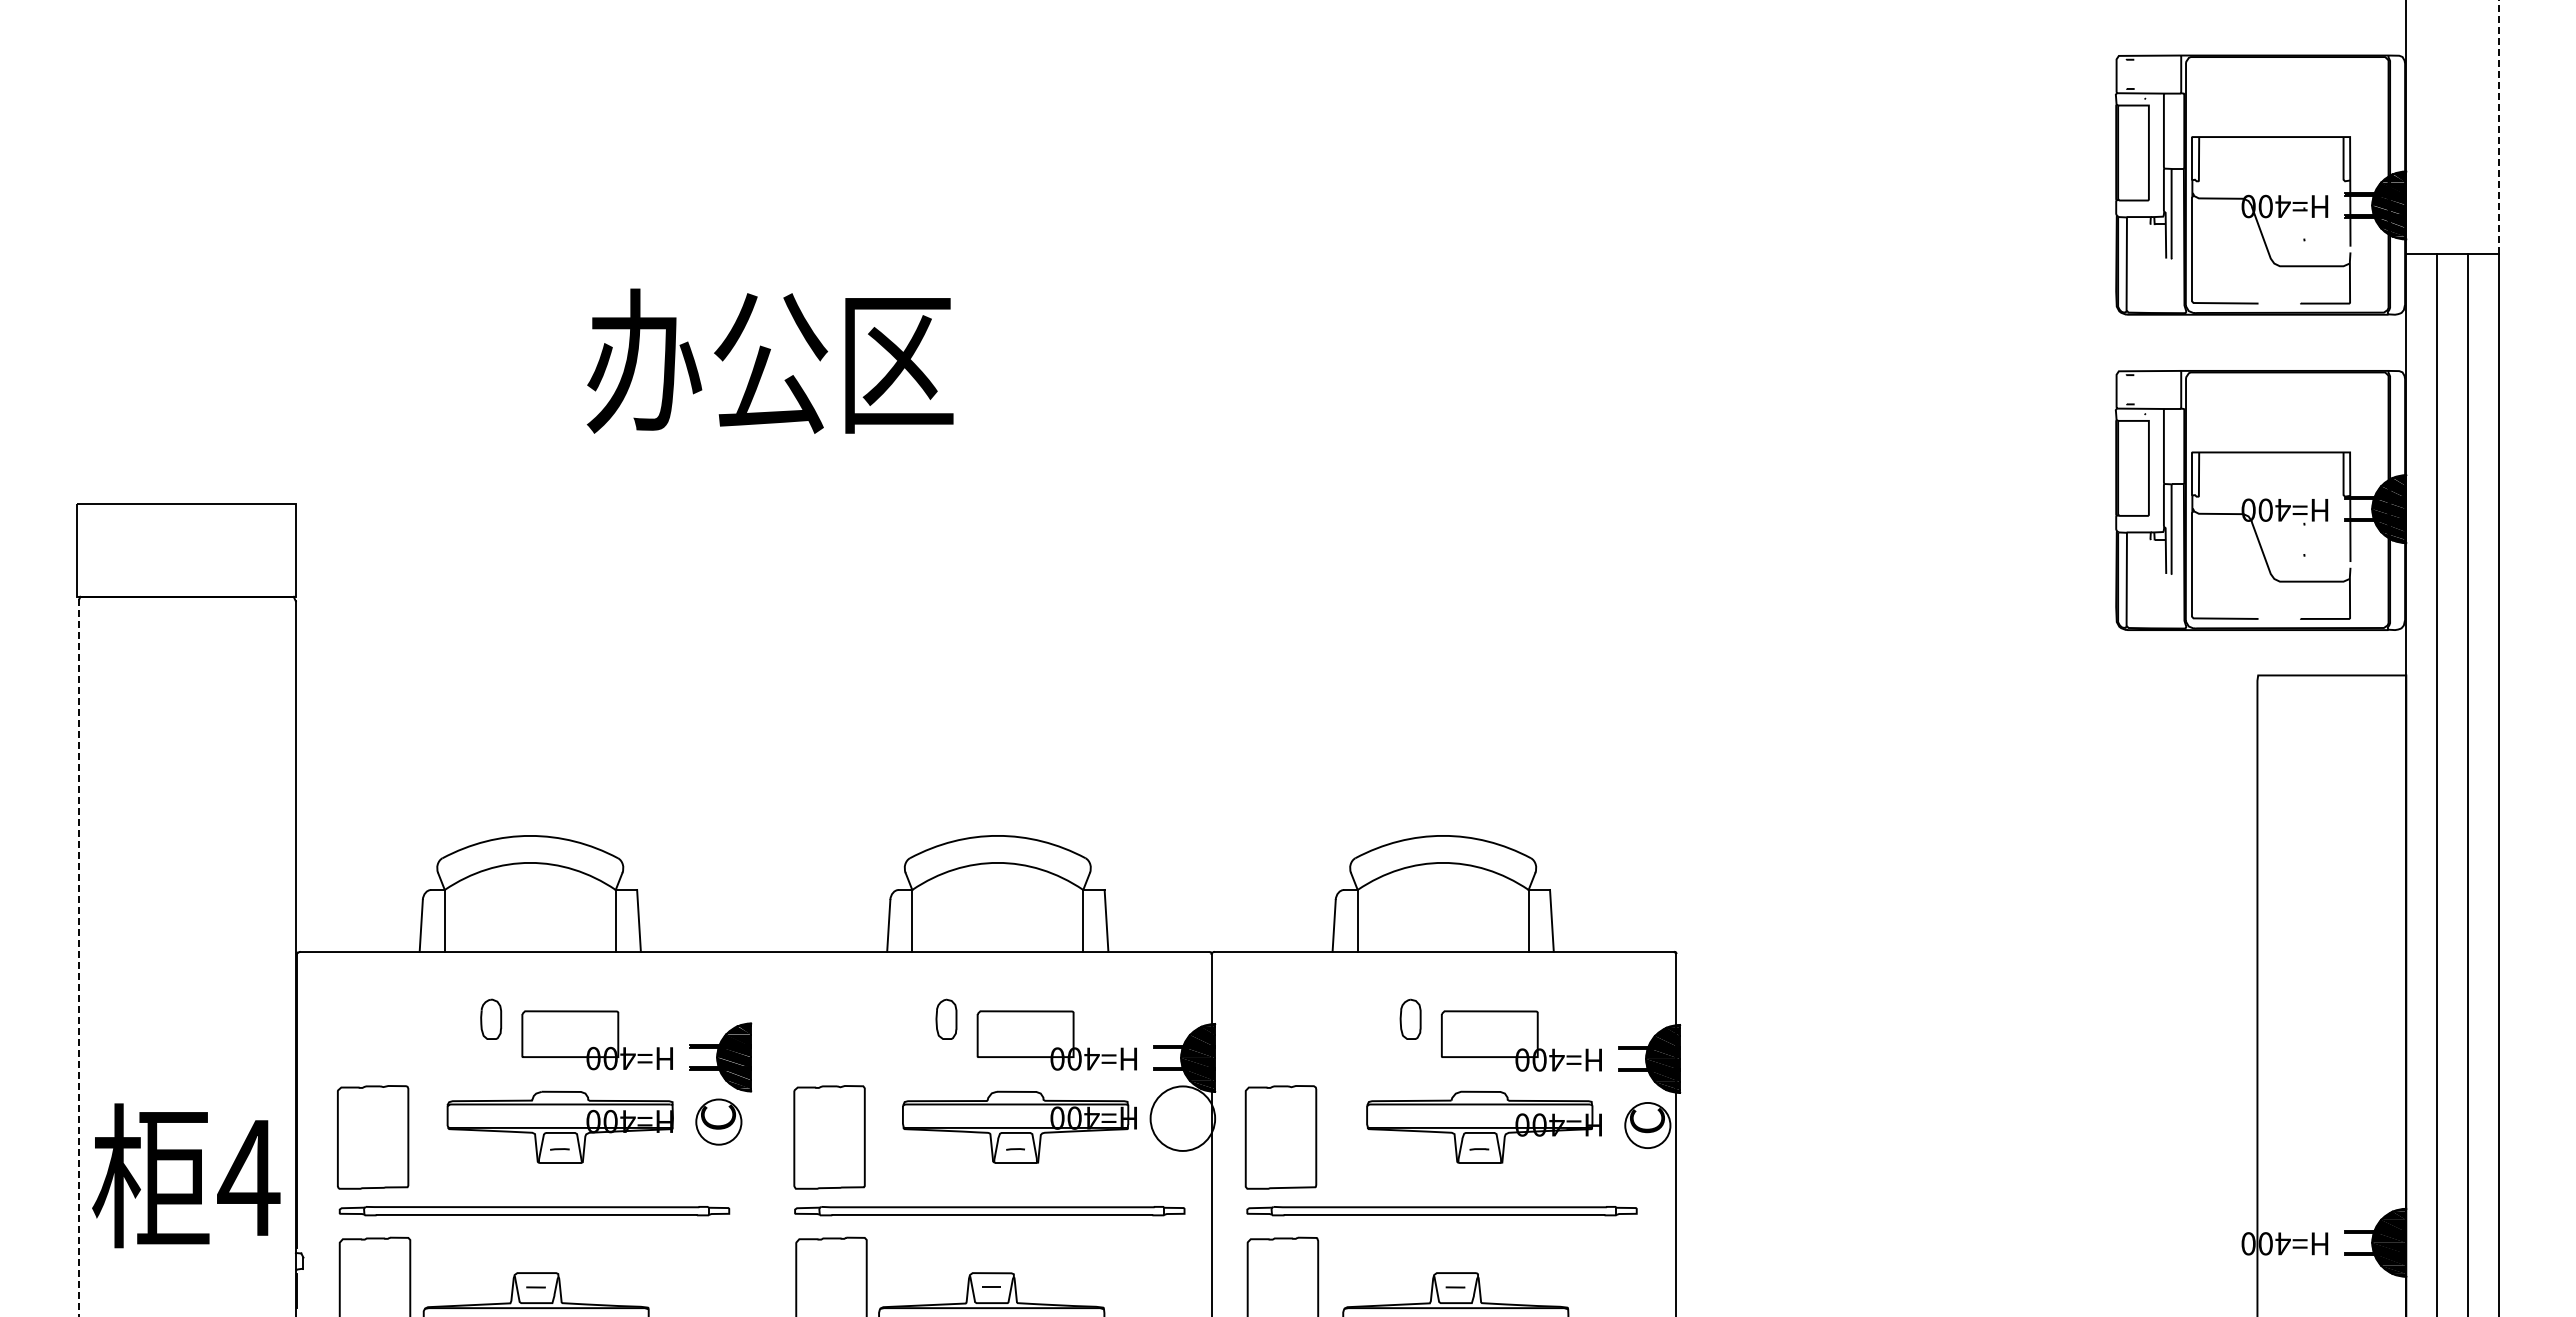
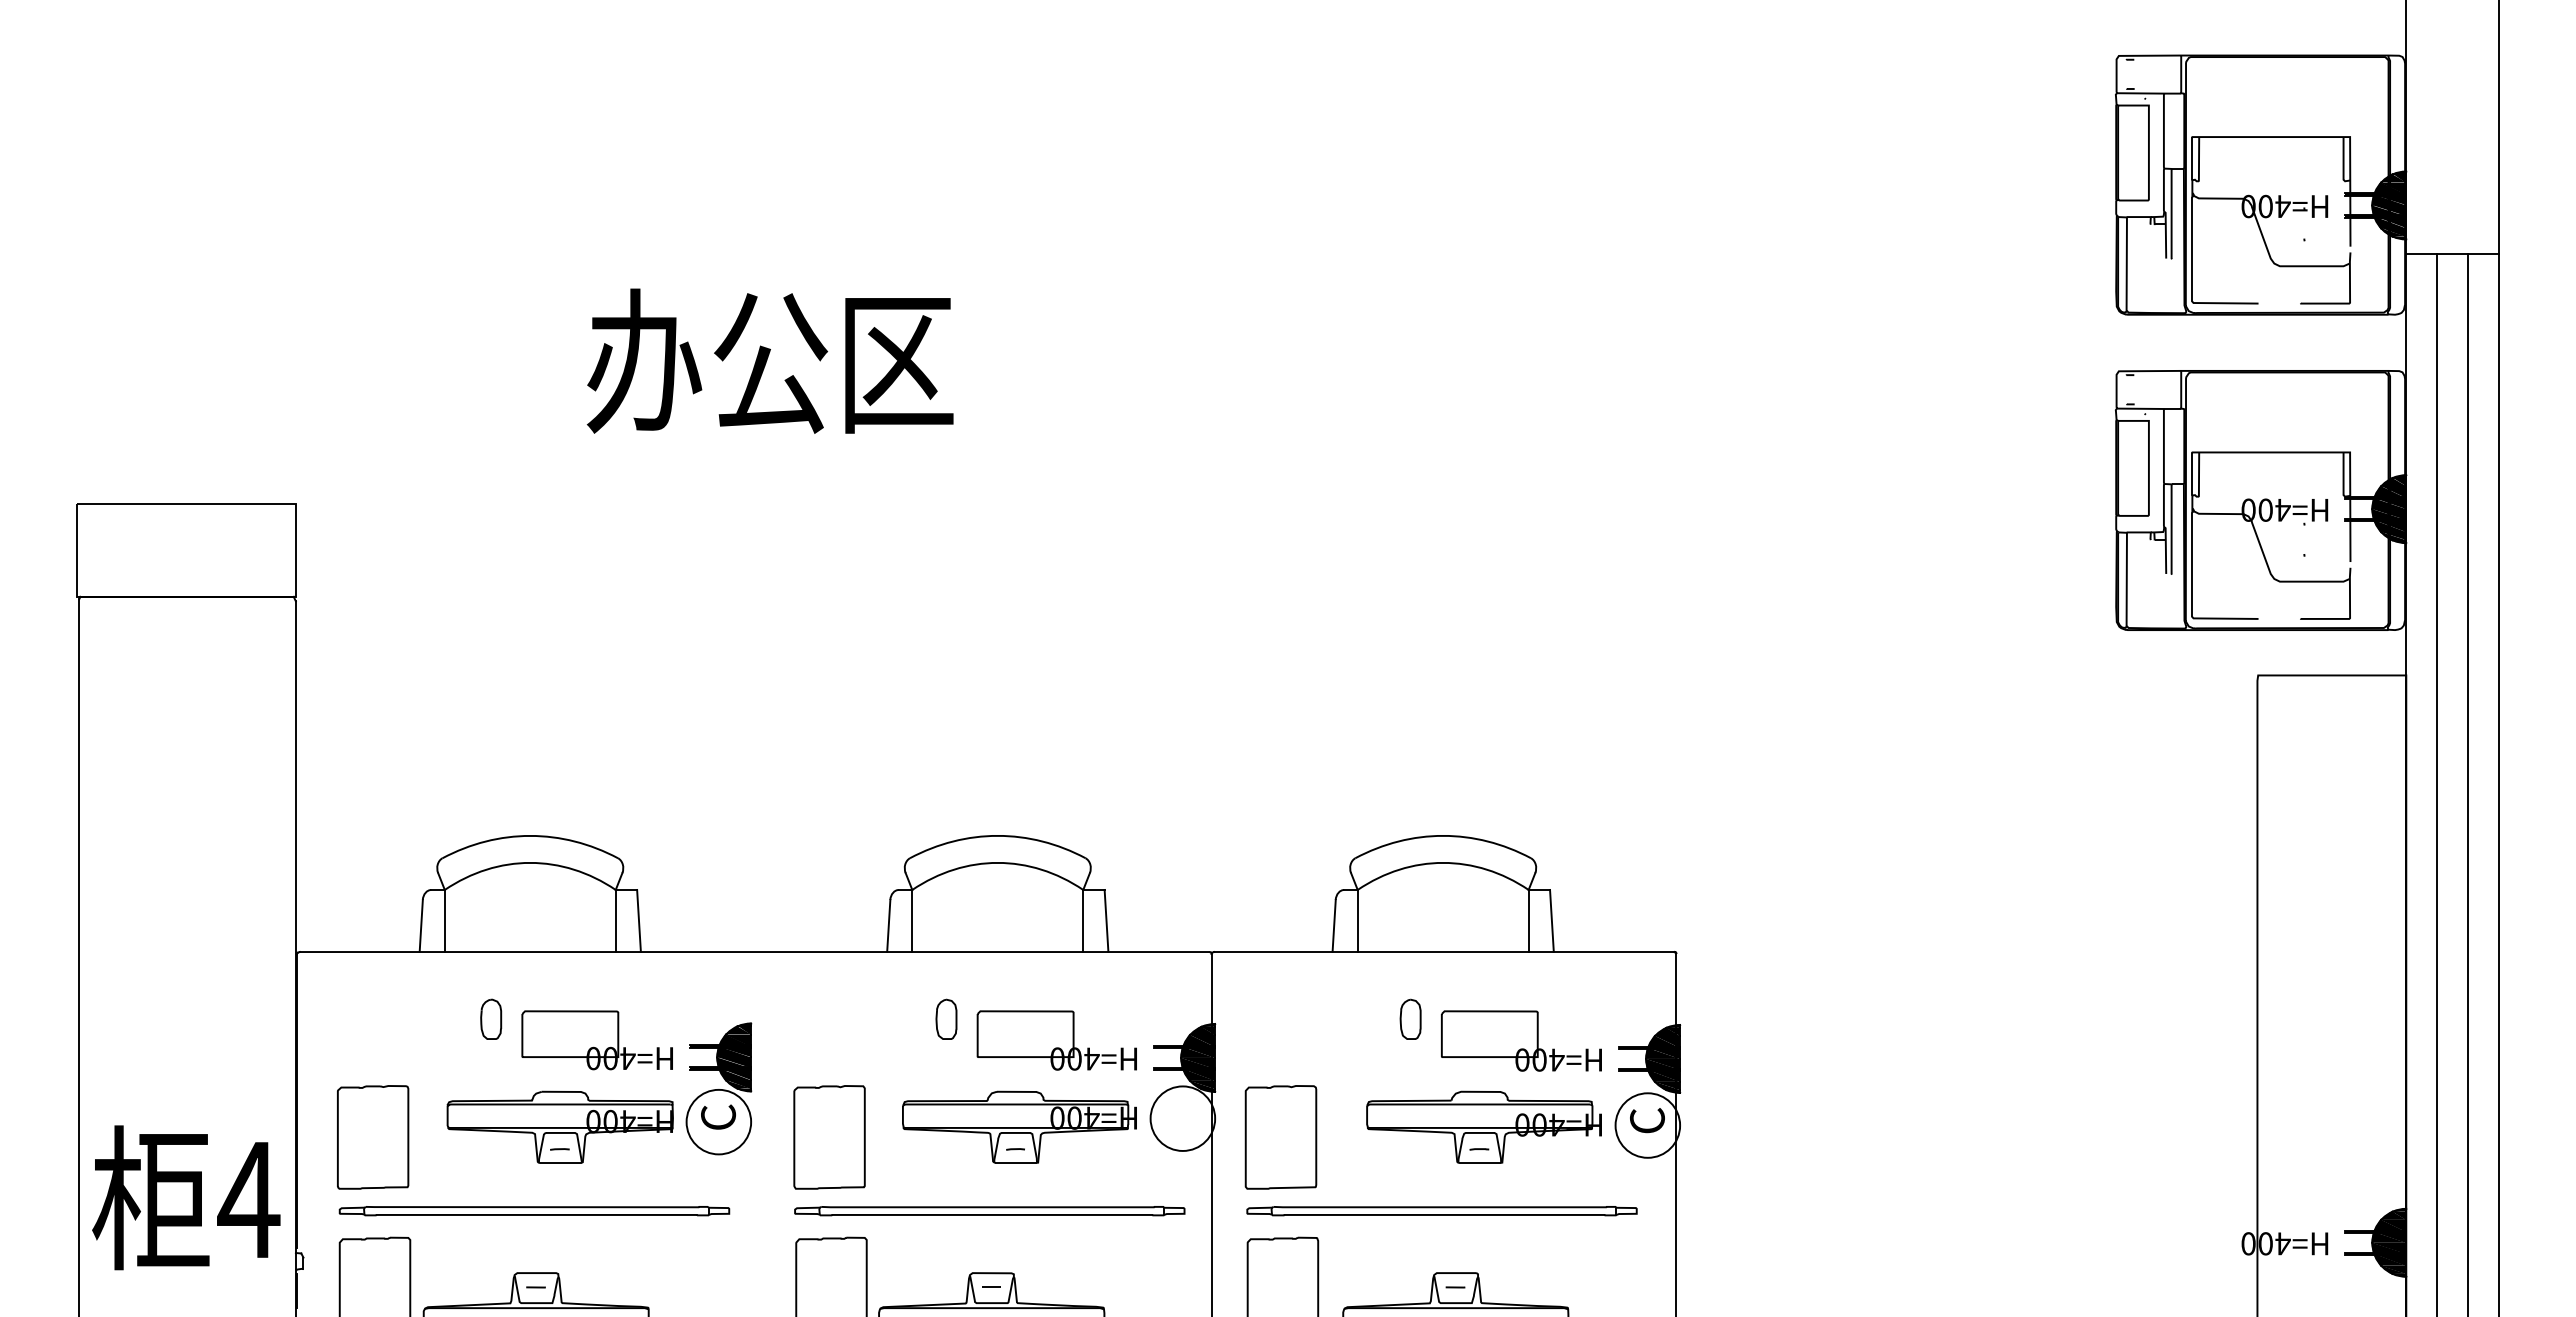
line at (2498, 126): dashed -> solid
line at (79, 958): dashed -> solid
circle at (718, 1121) diameter: 45 px -> 65 px
circle at (1647, 1125) diameter: 45 px -> 65 px
text at (186, 1175) position: (186, 1175) -> (186, 1197)
